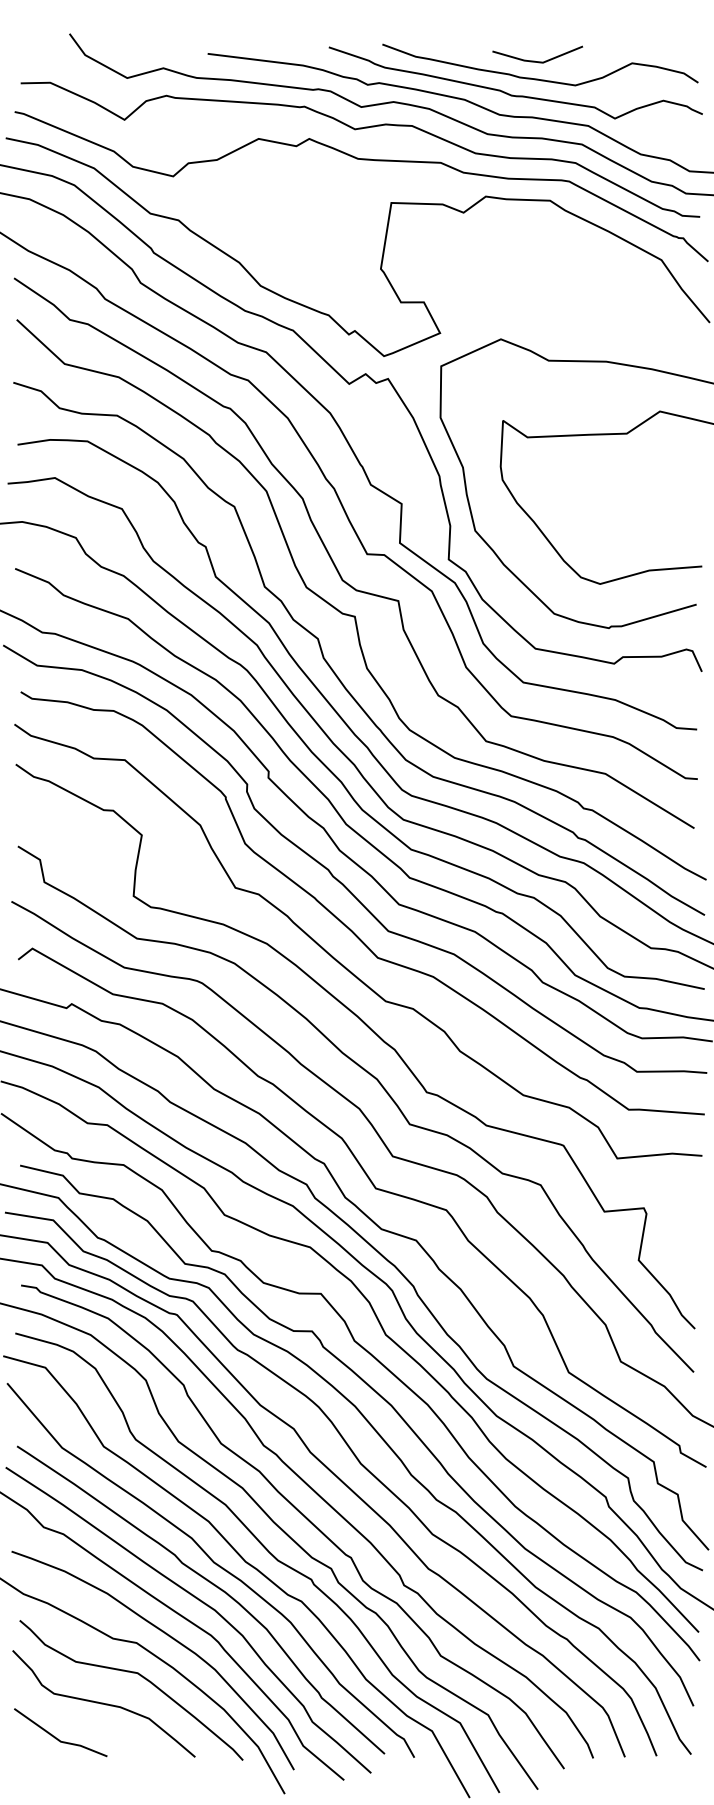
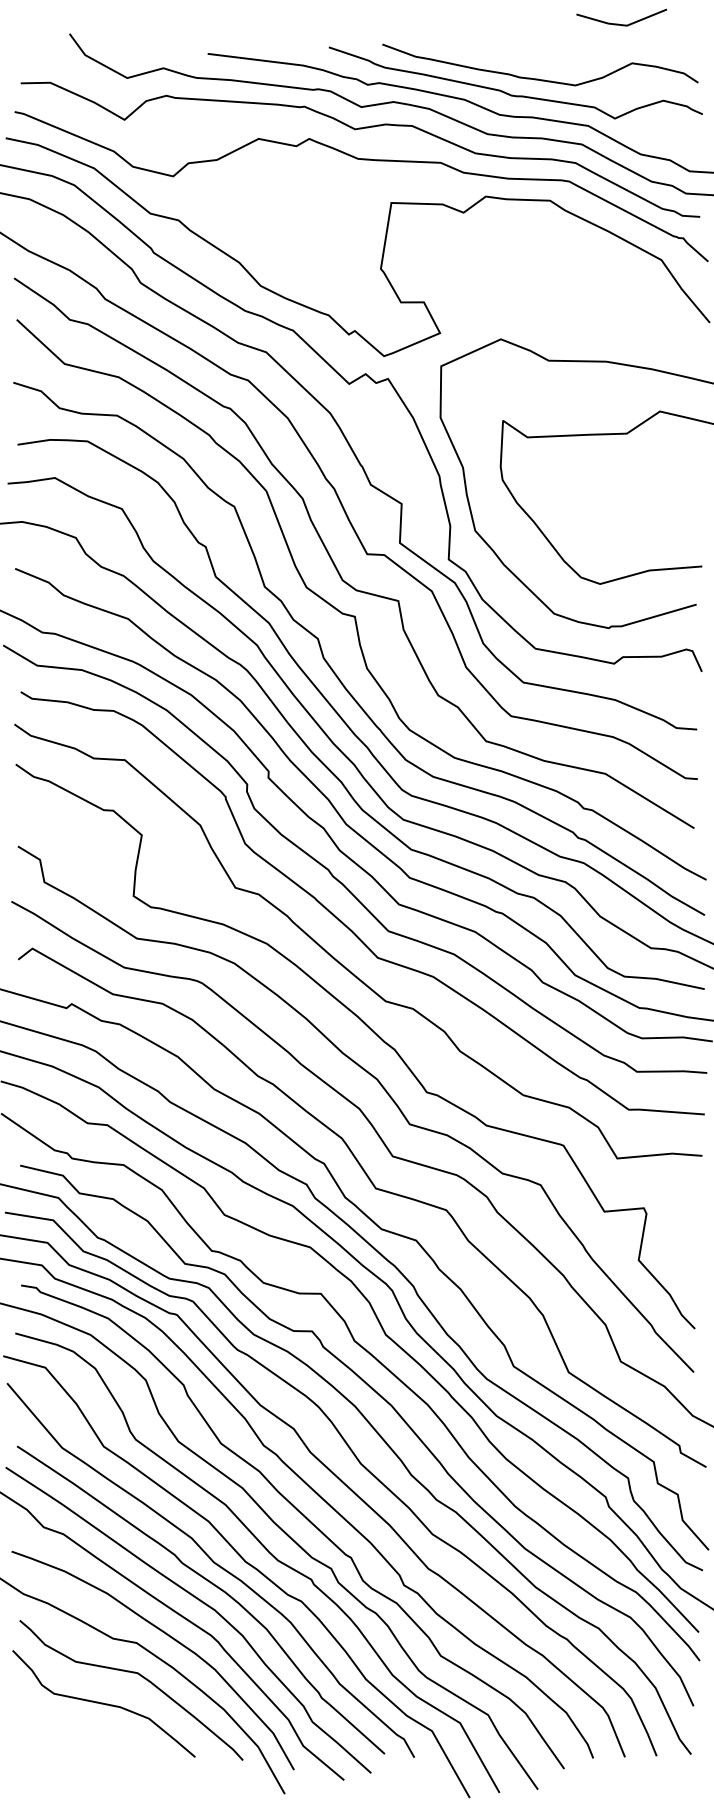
line at (534, 60) position: (534, 60) -> (618, 23)
line at (58, 1738): present -> none
